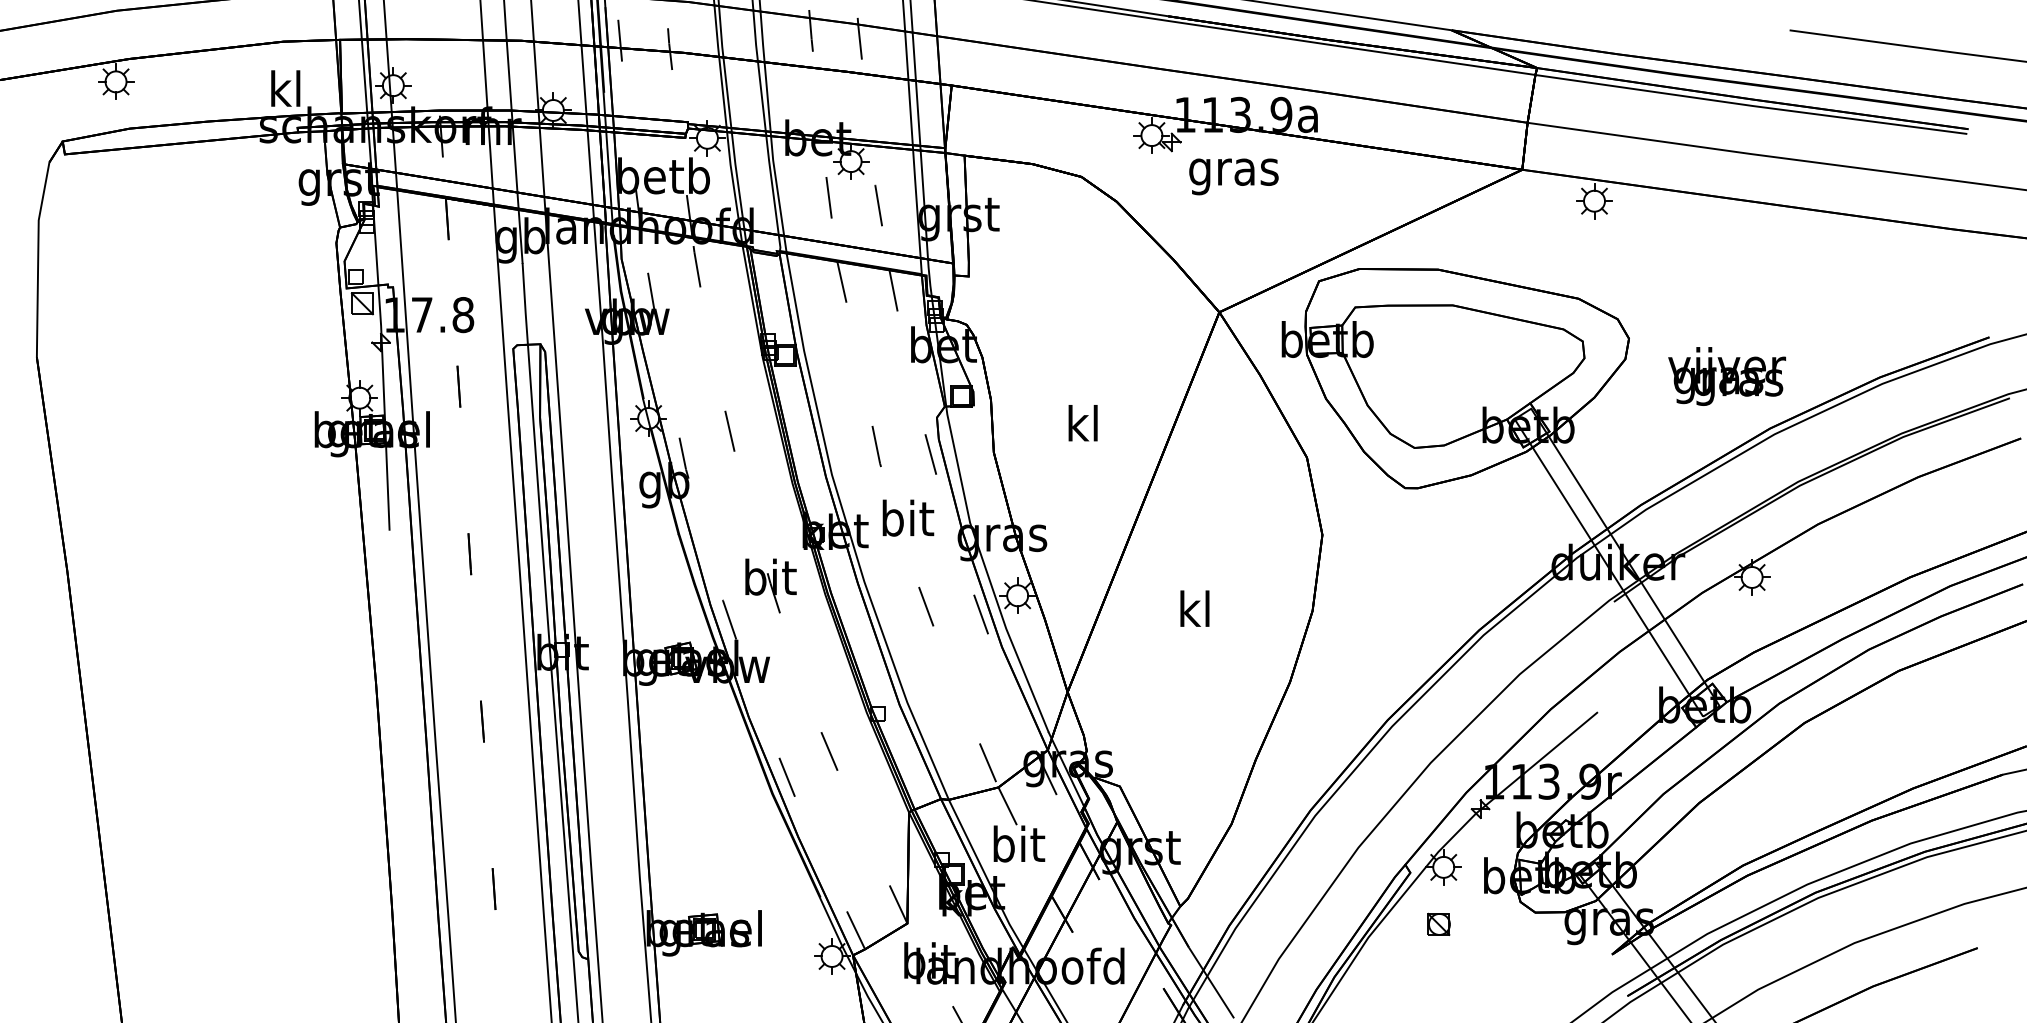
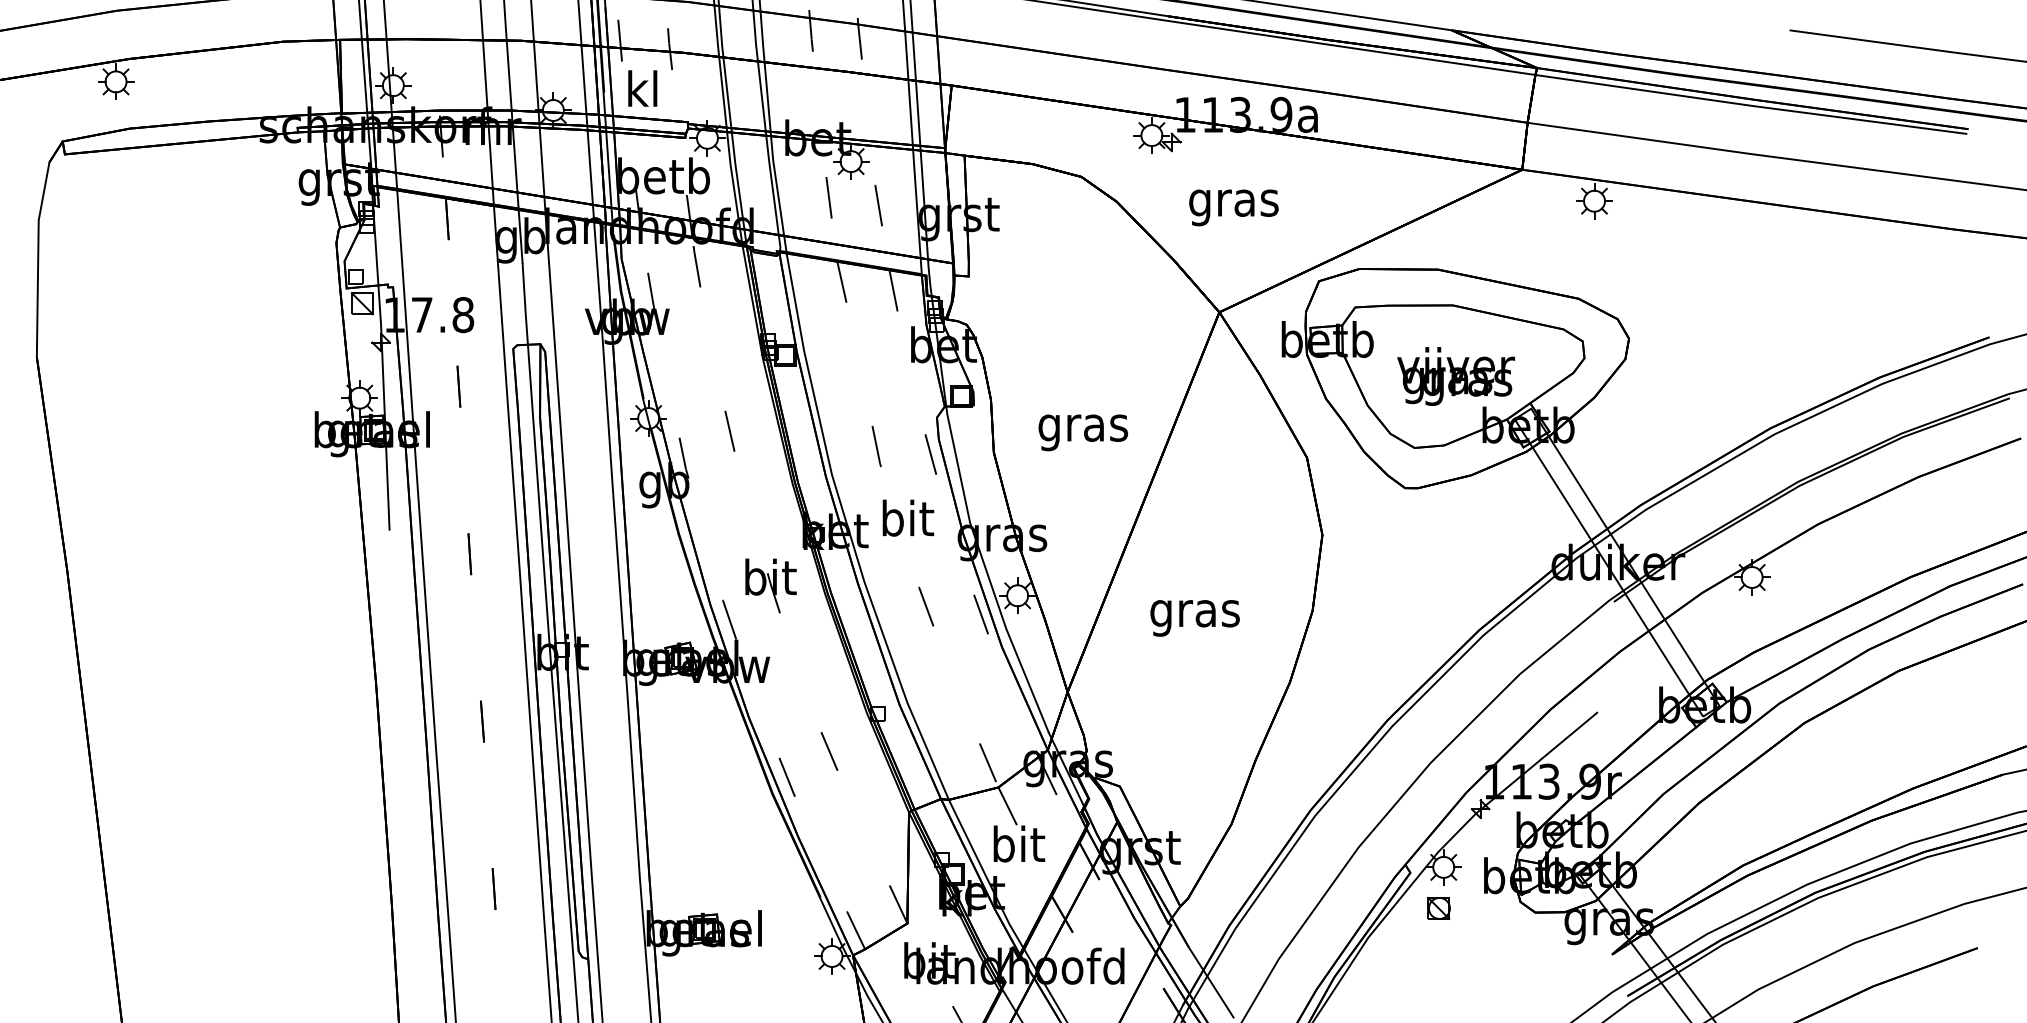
text at (285, 88) position: (285, 88) -> (642, 88)
text at (1233, 176) position: (1233, 176) -> (1233, 207)
text at (1726, 376) position: (1726, 376) -> (1455, 376)
text at (1083, 428): kl -> gras
text at (1194, 613): kl -> gras
part at (1438, 923) position: (1438, 923) -> (1438, 907)
